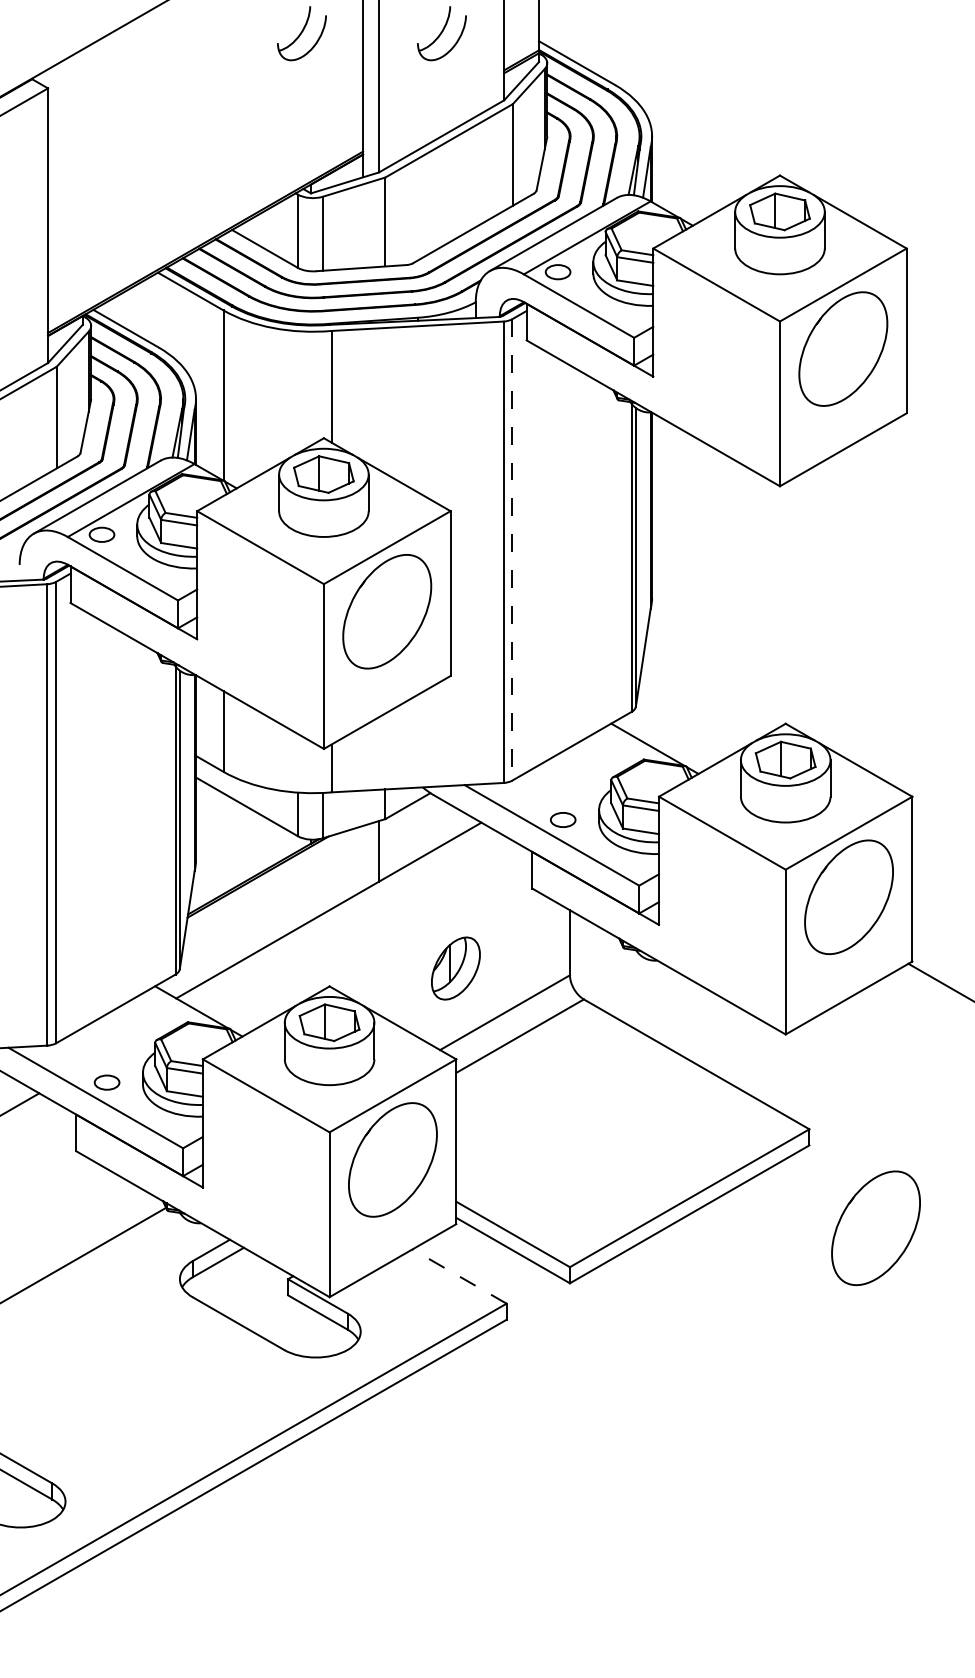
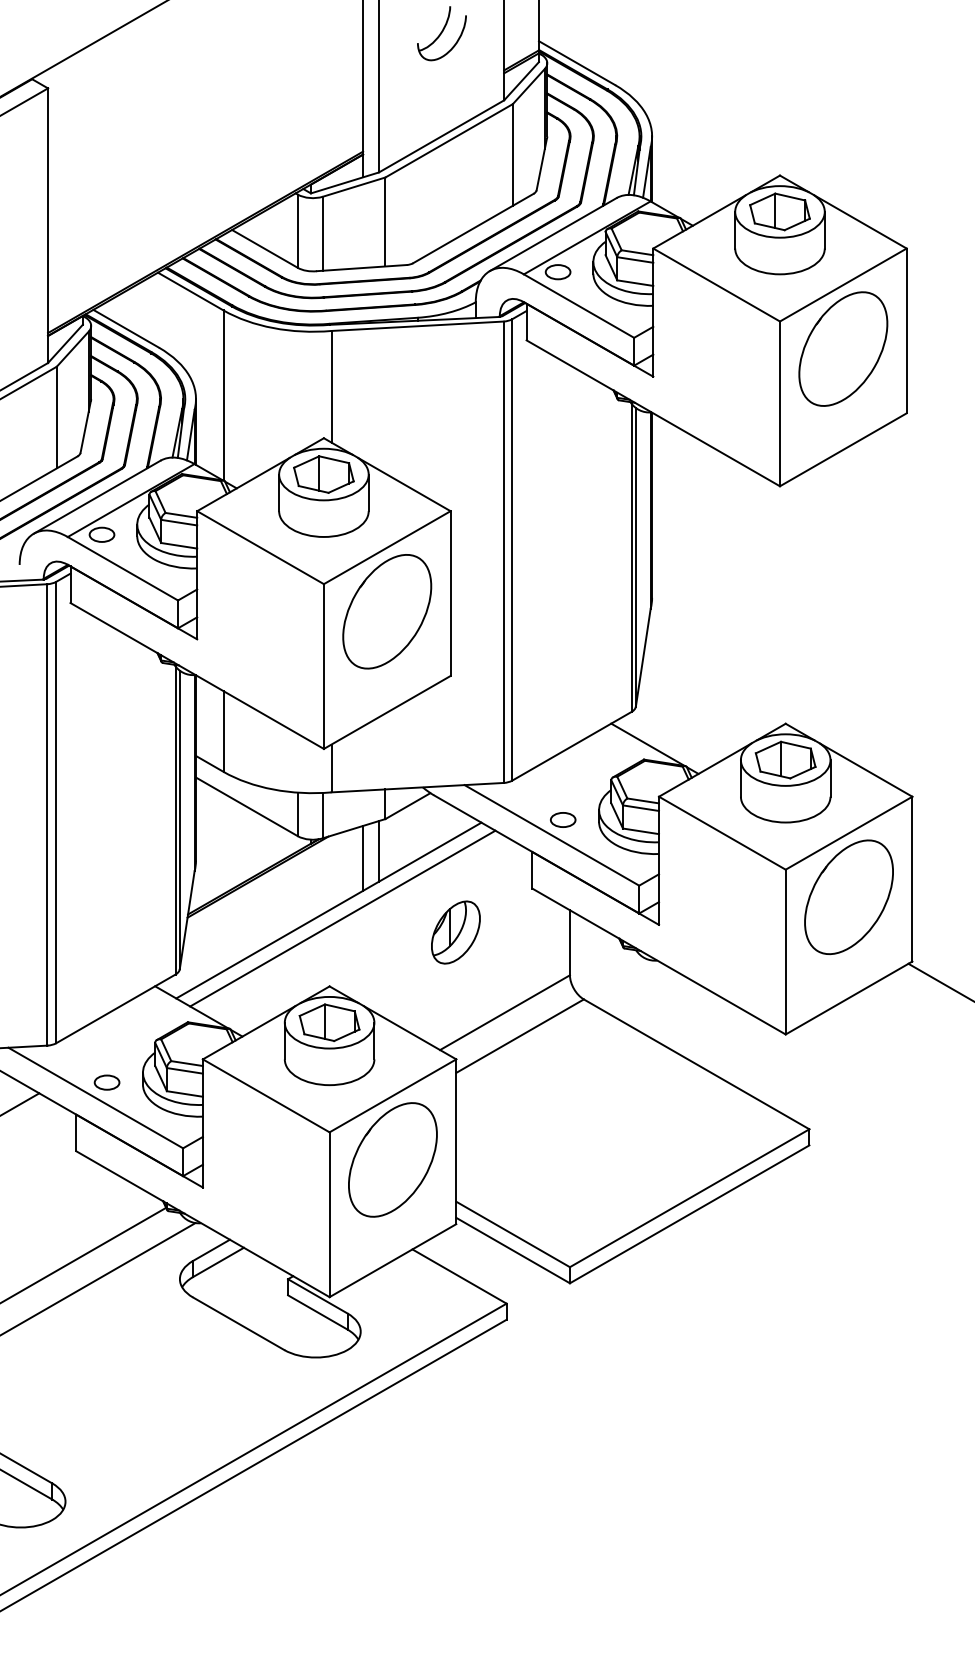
part at (301, 33): present -> none
line at (512, 549): dashed -> solid
line at (363, 857): none -> present
line at (342, 918): none -> present
part at (455, 968) position: (455, 968) -> (455, 932)
part at (875, 1228): present -> none
line at (459, 1276): dashed -> solid
line at (98, 1278): none -> present
